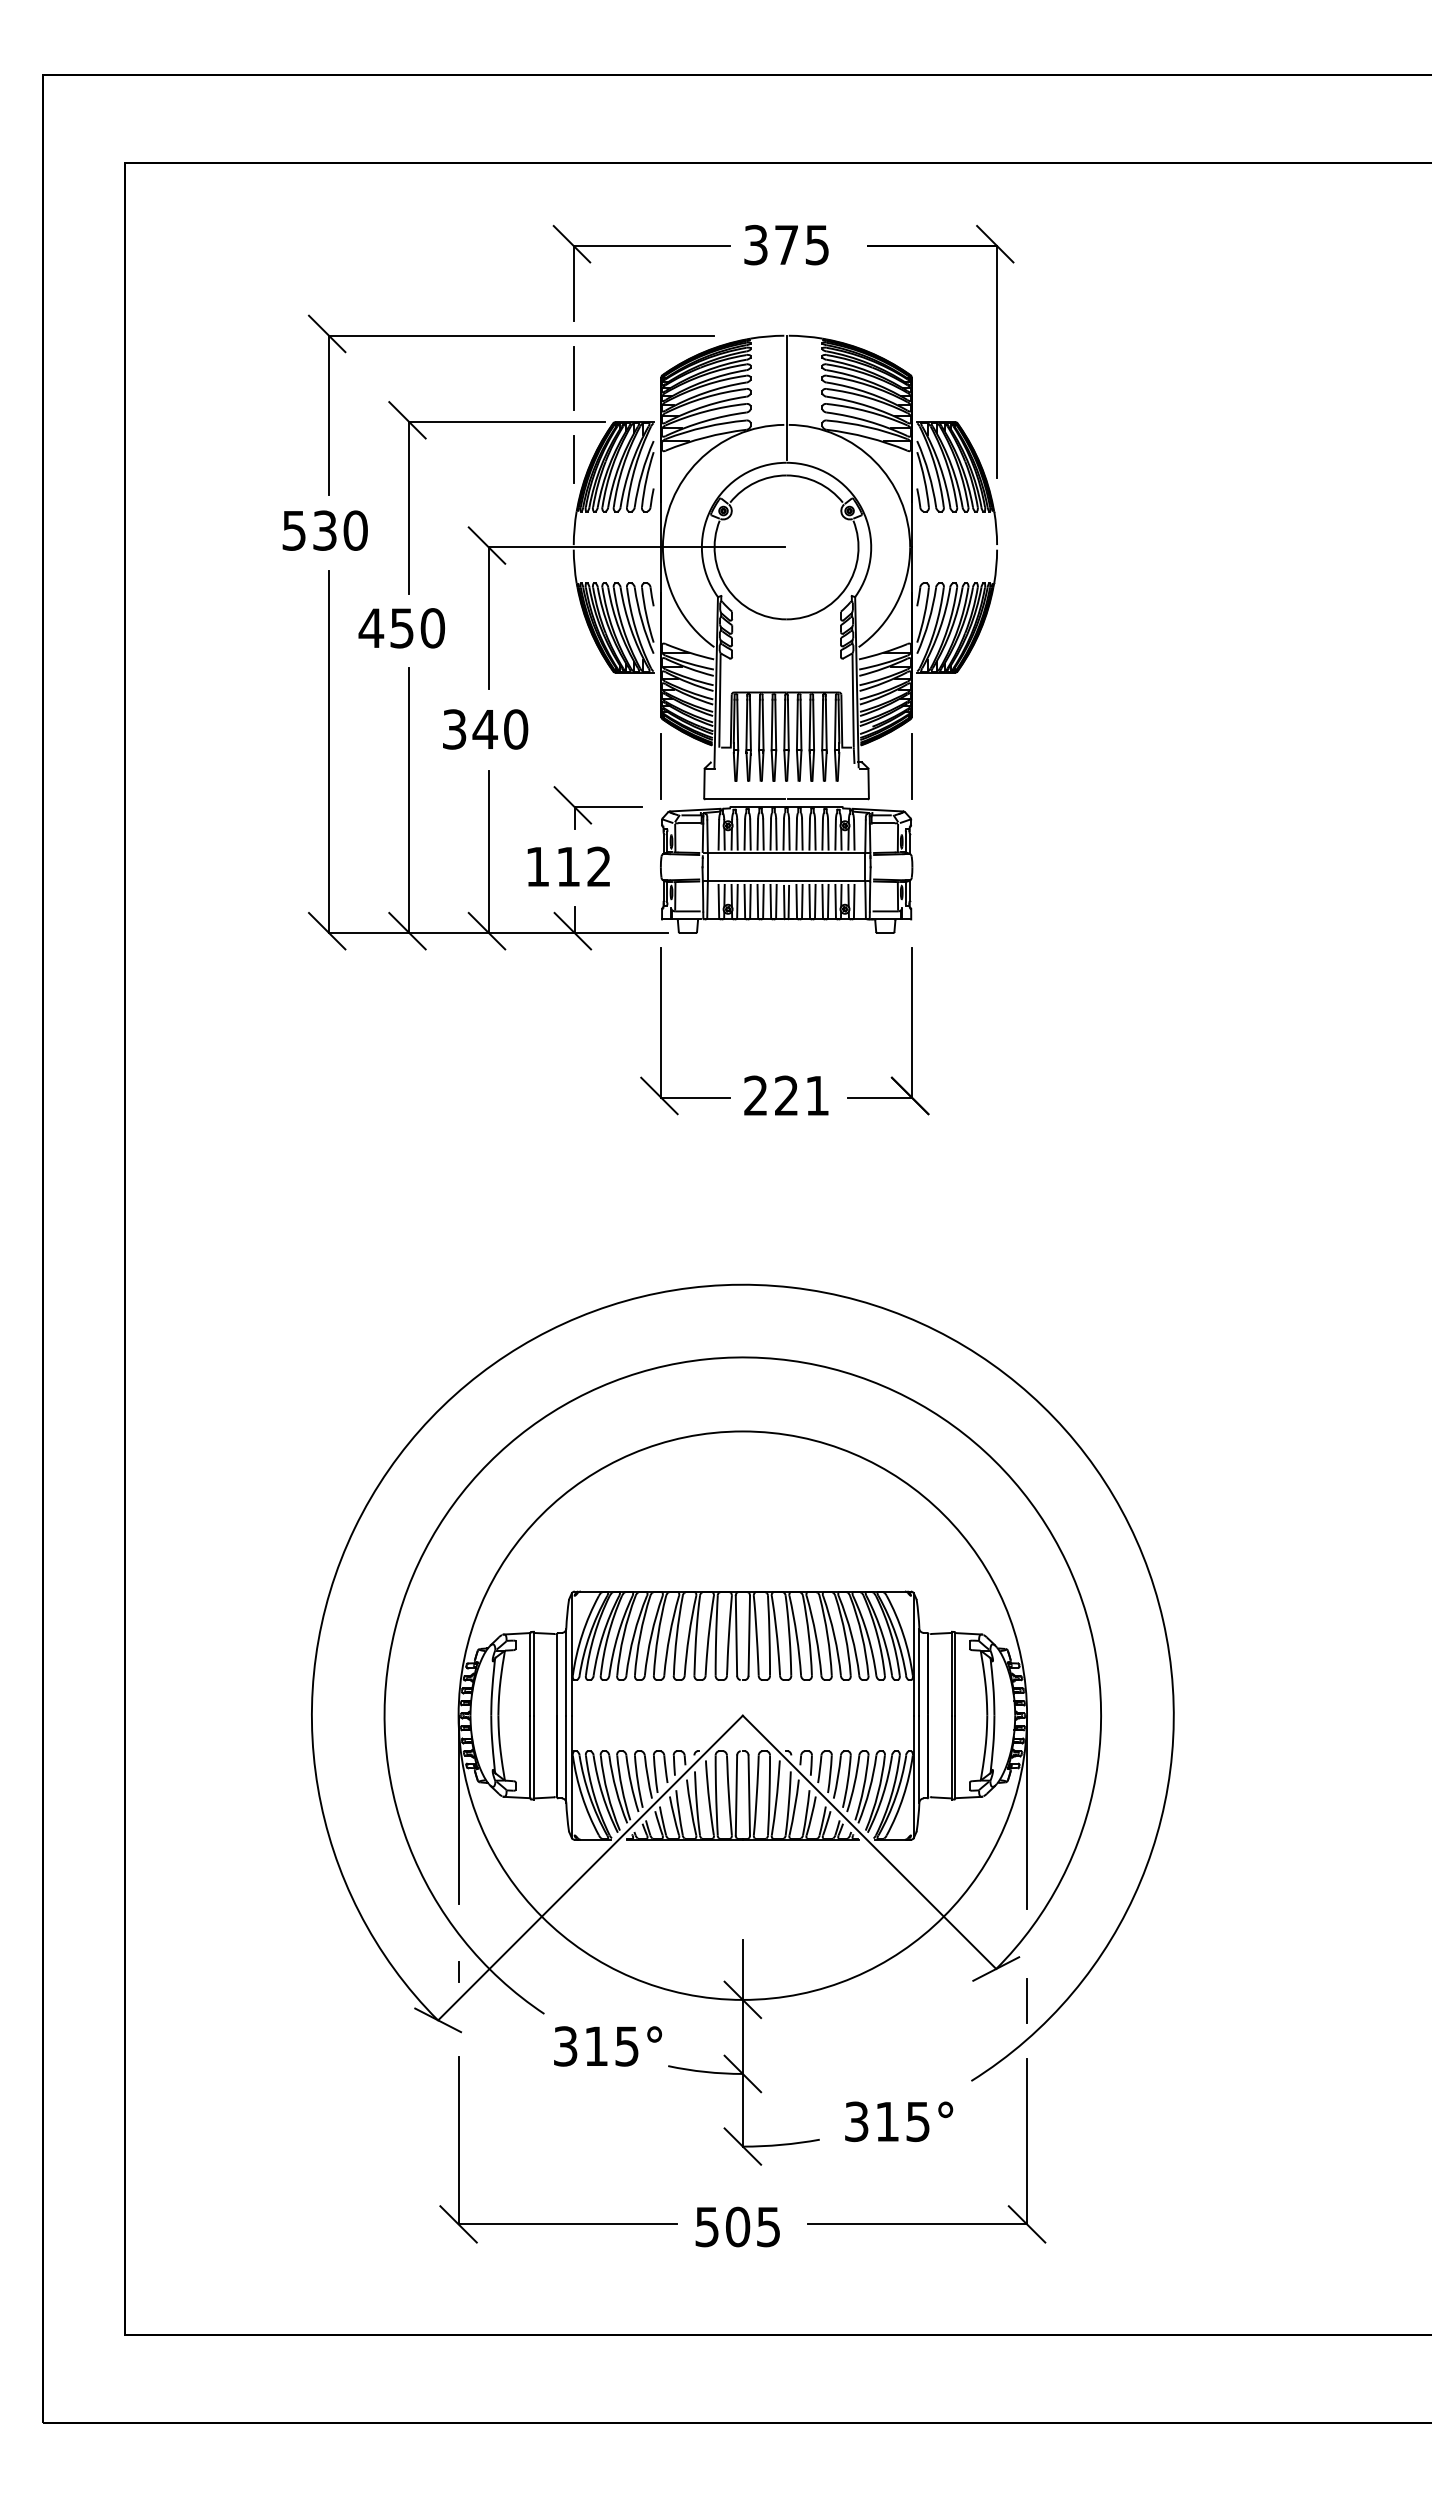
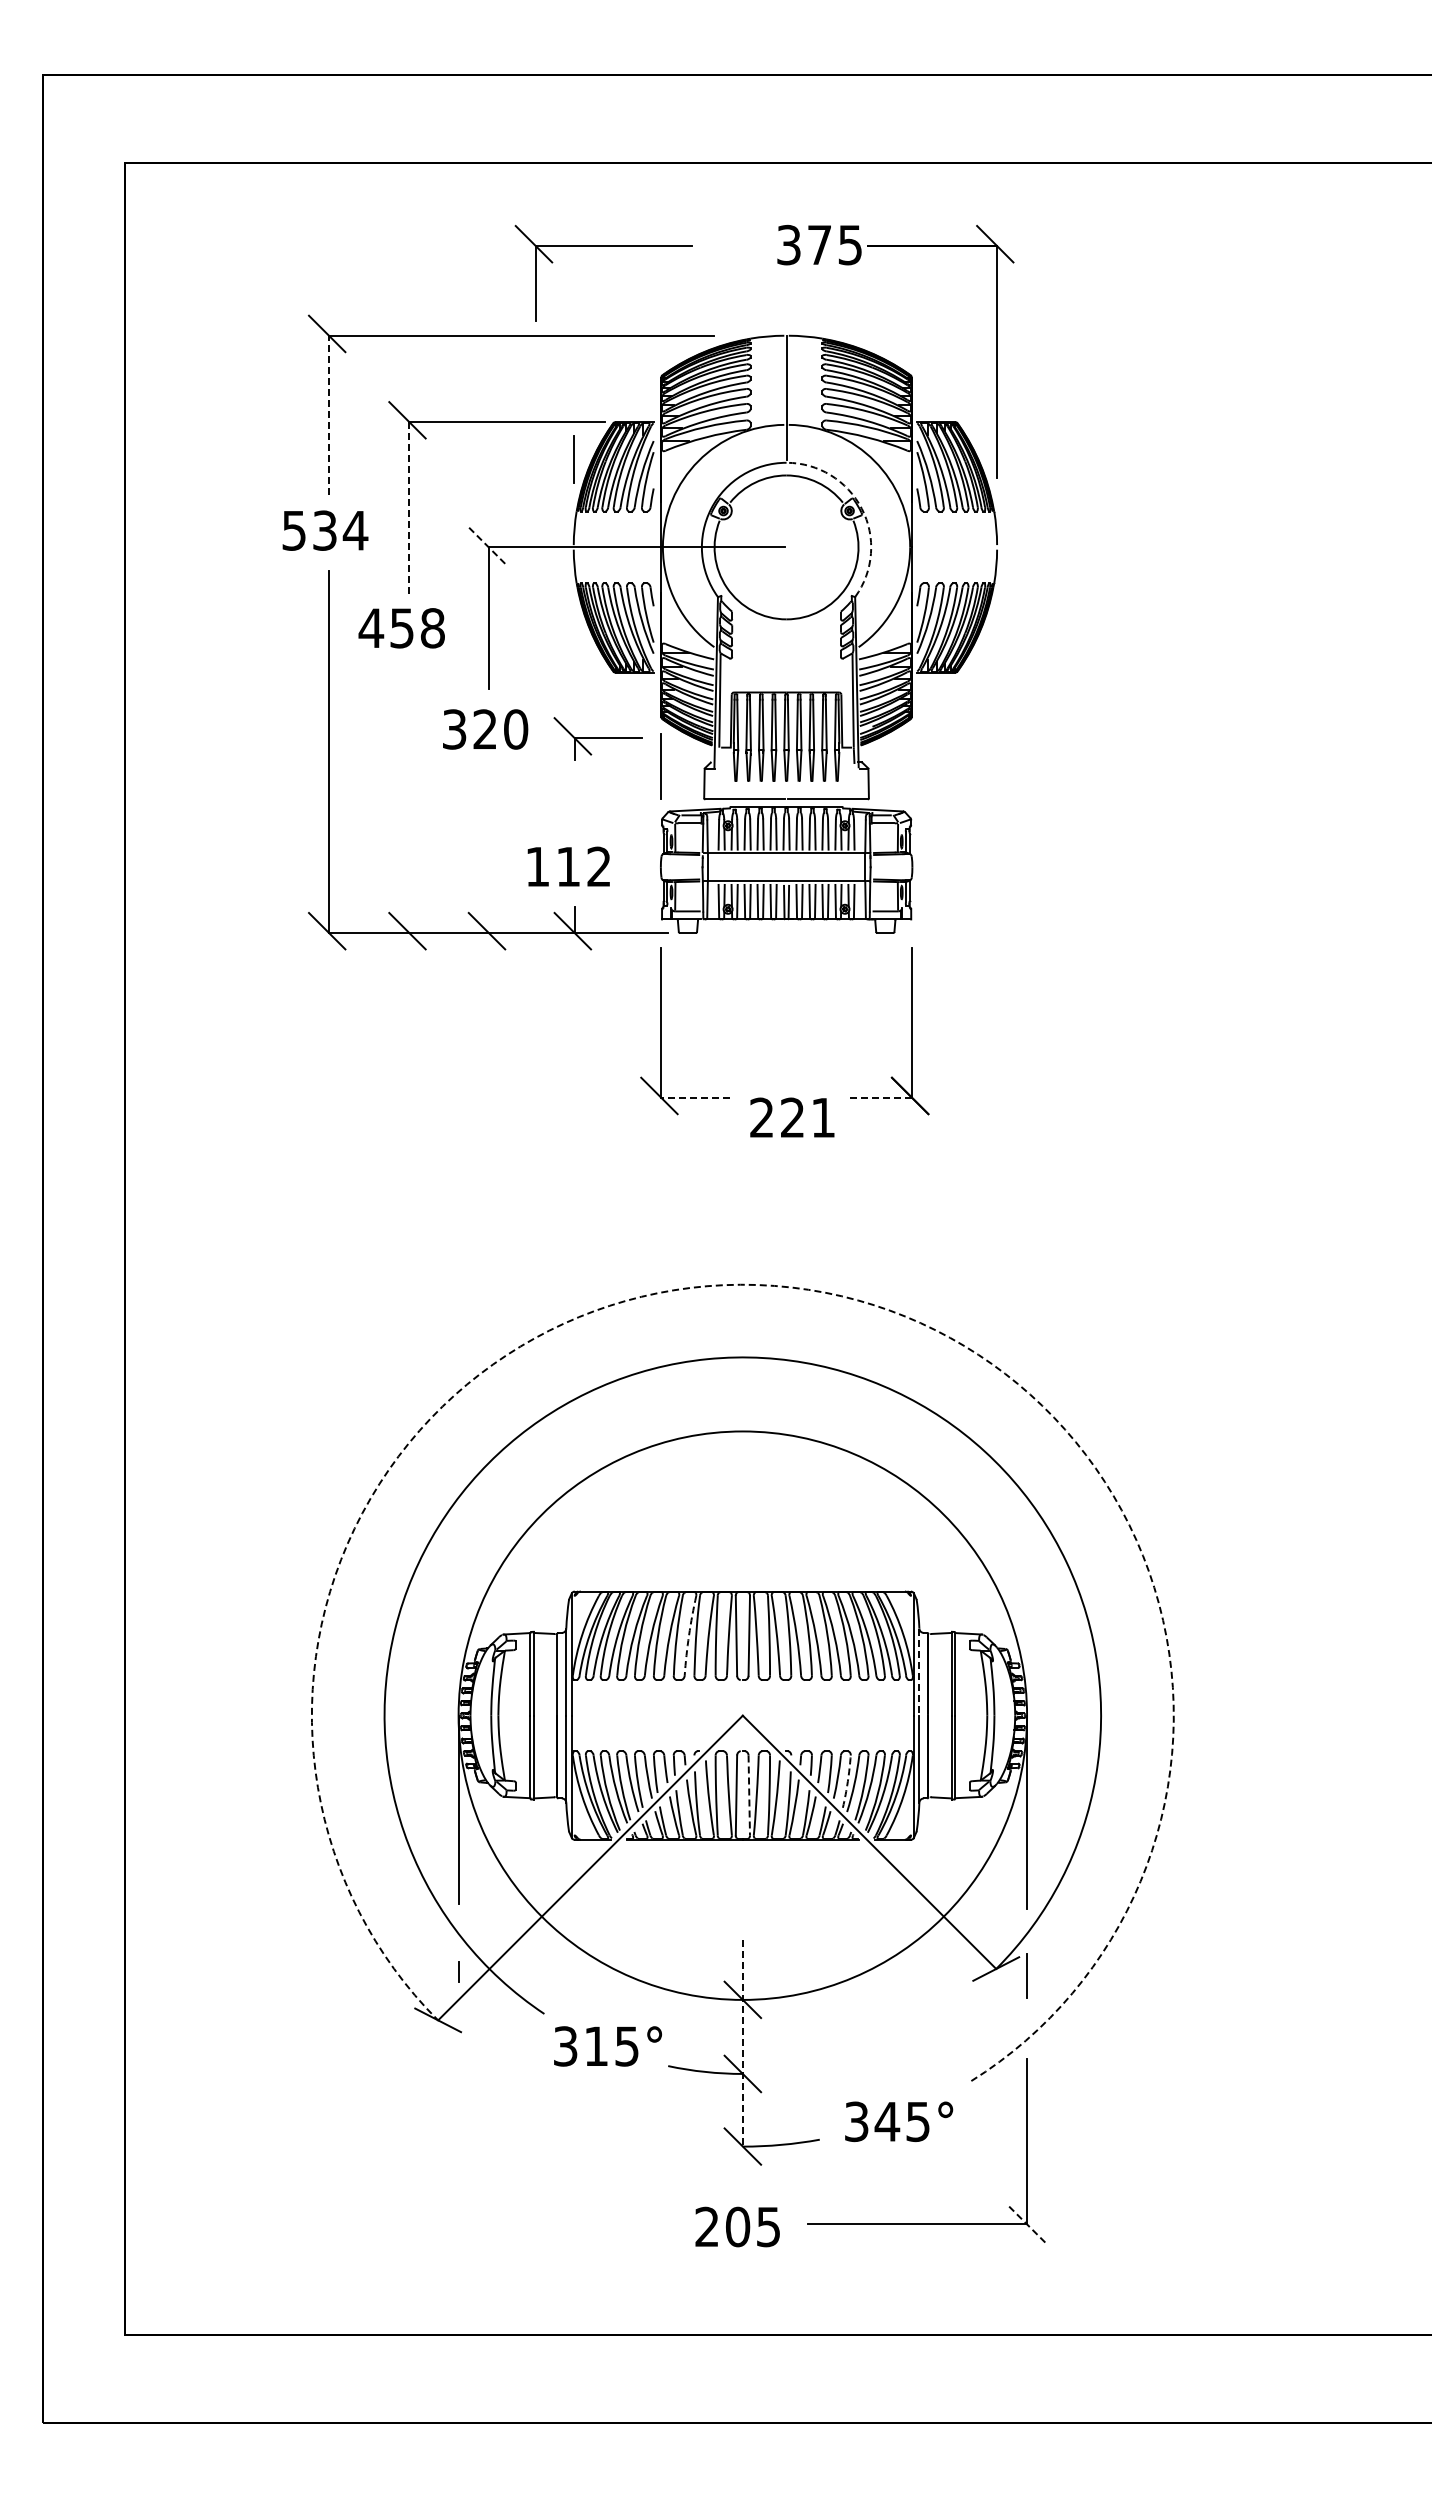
text at (786, 244) position: (786, 244) -> (819, 244)
part at (641, 246) position: (641, 246) -> (603, 246)
line at (573, 377): present -> none
line at (329, 415): solid -> dashed
line at (409, 507): solid -> dashed
arc at (861, 508): solid -> dashed
text at (355, 530): 530 -> 534
line at (487, 545): solid -> dashed
text at (432, 628): 450 -> 458
text at (484, 728): 340 -> 320
line at (912, 766): present -> none
line at (409, 800): present -> none
part at (597, 807) position: (597, 807) -> (597, 738)
line at (488, 852): present -> none
text at (786, 1095) position: (786, 1095) -> (792, 1117)
line at (695, 1097): solid -> dashed
line at (880, 1097): solid -> dashed
arc at (791, 1287): solid -> dashed
arc at (689, 1635): solid -> dashed
line at (919, 1672): solid -> dashed
arc at (847, 1781): solid -> dashed
line at (749, 1795): solid -> dashed
line at (1026, 2000) position: (1026, 2000) -> (1026, 1975)
line at (742, 2043): solid -> dashed
text at (887, 2121): 315° -> 345°
part at (558, 2223): present -> none
line at (1027, 2224): solid -> dashed
text at (706, 2226): 505 -> 205
